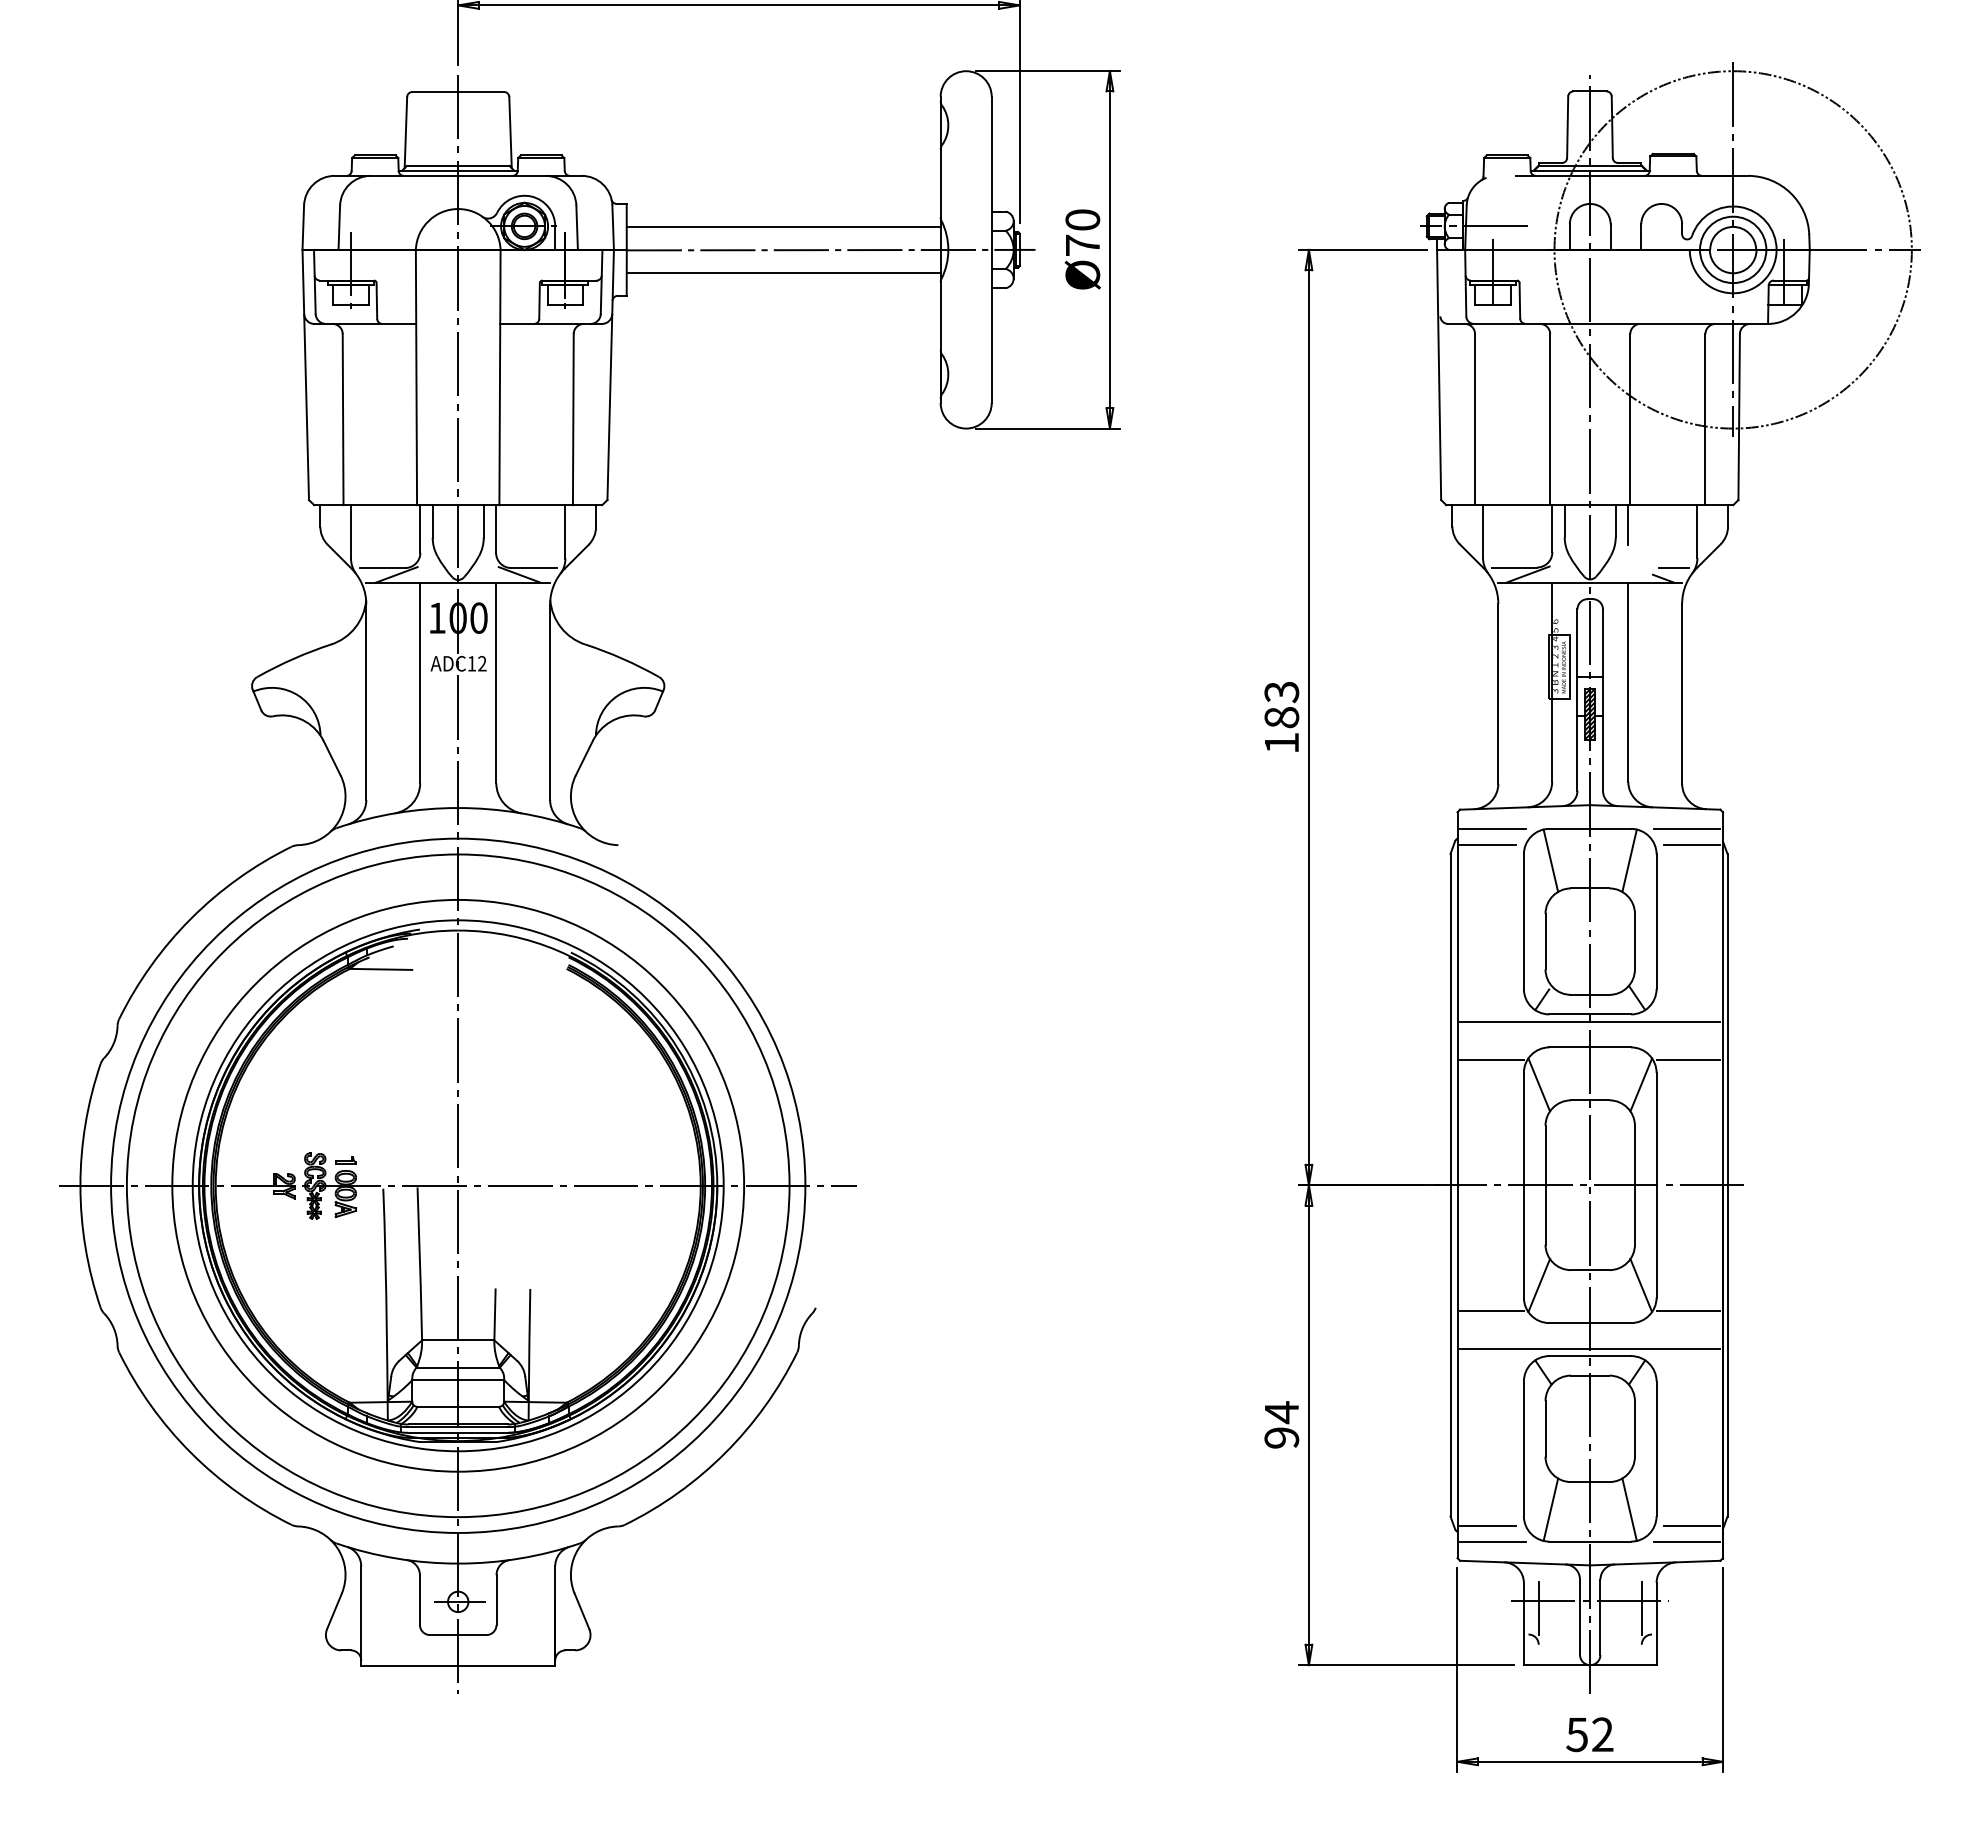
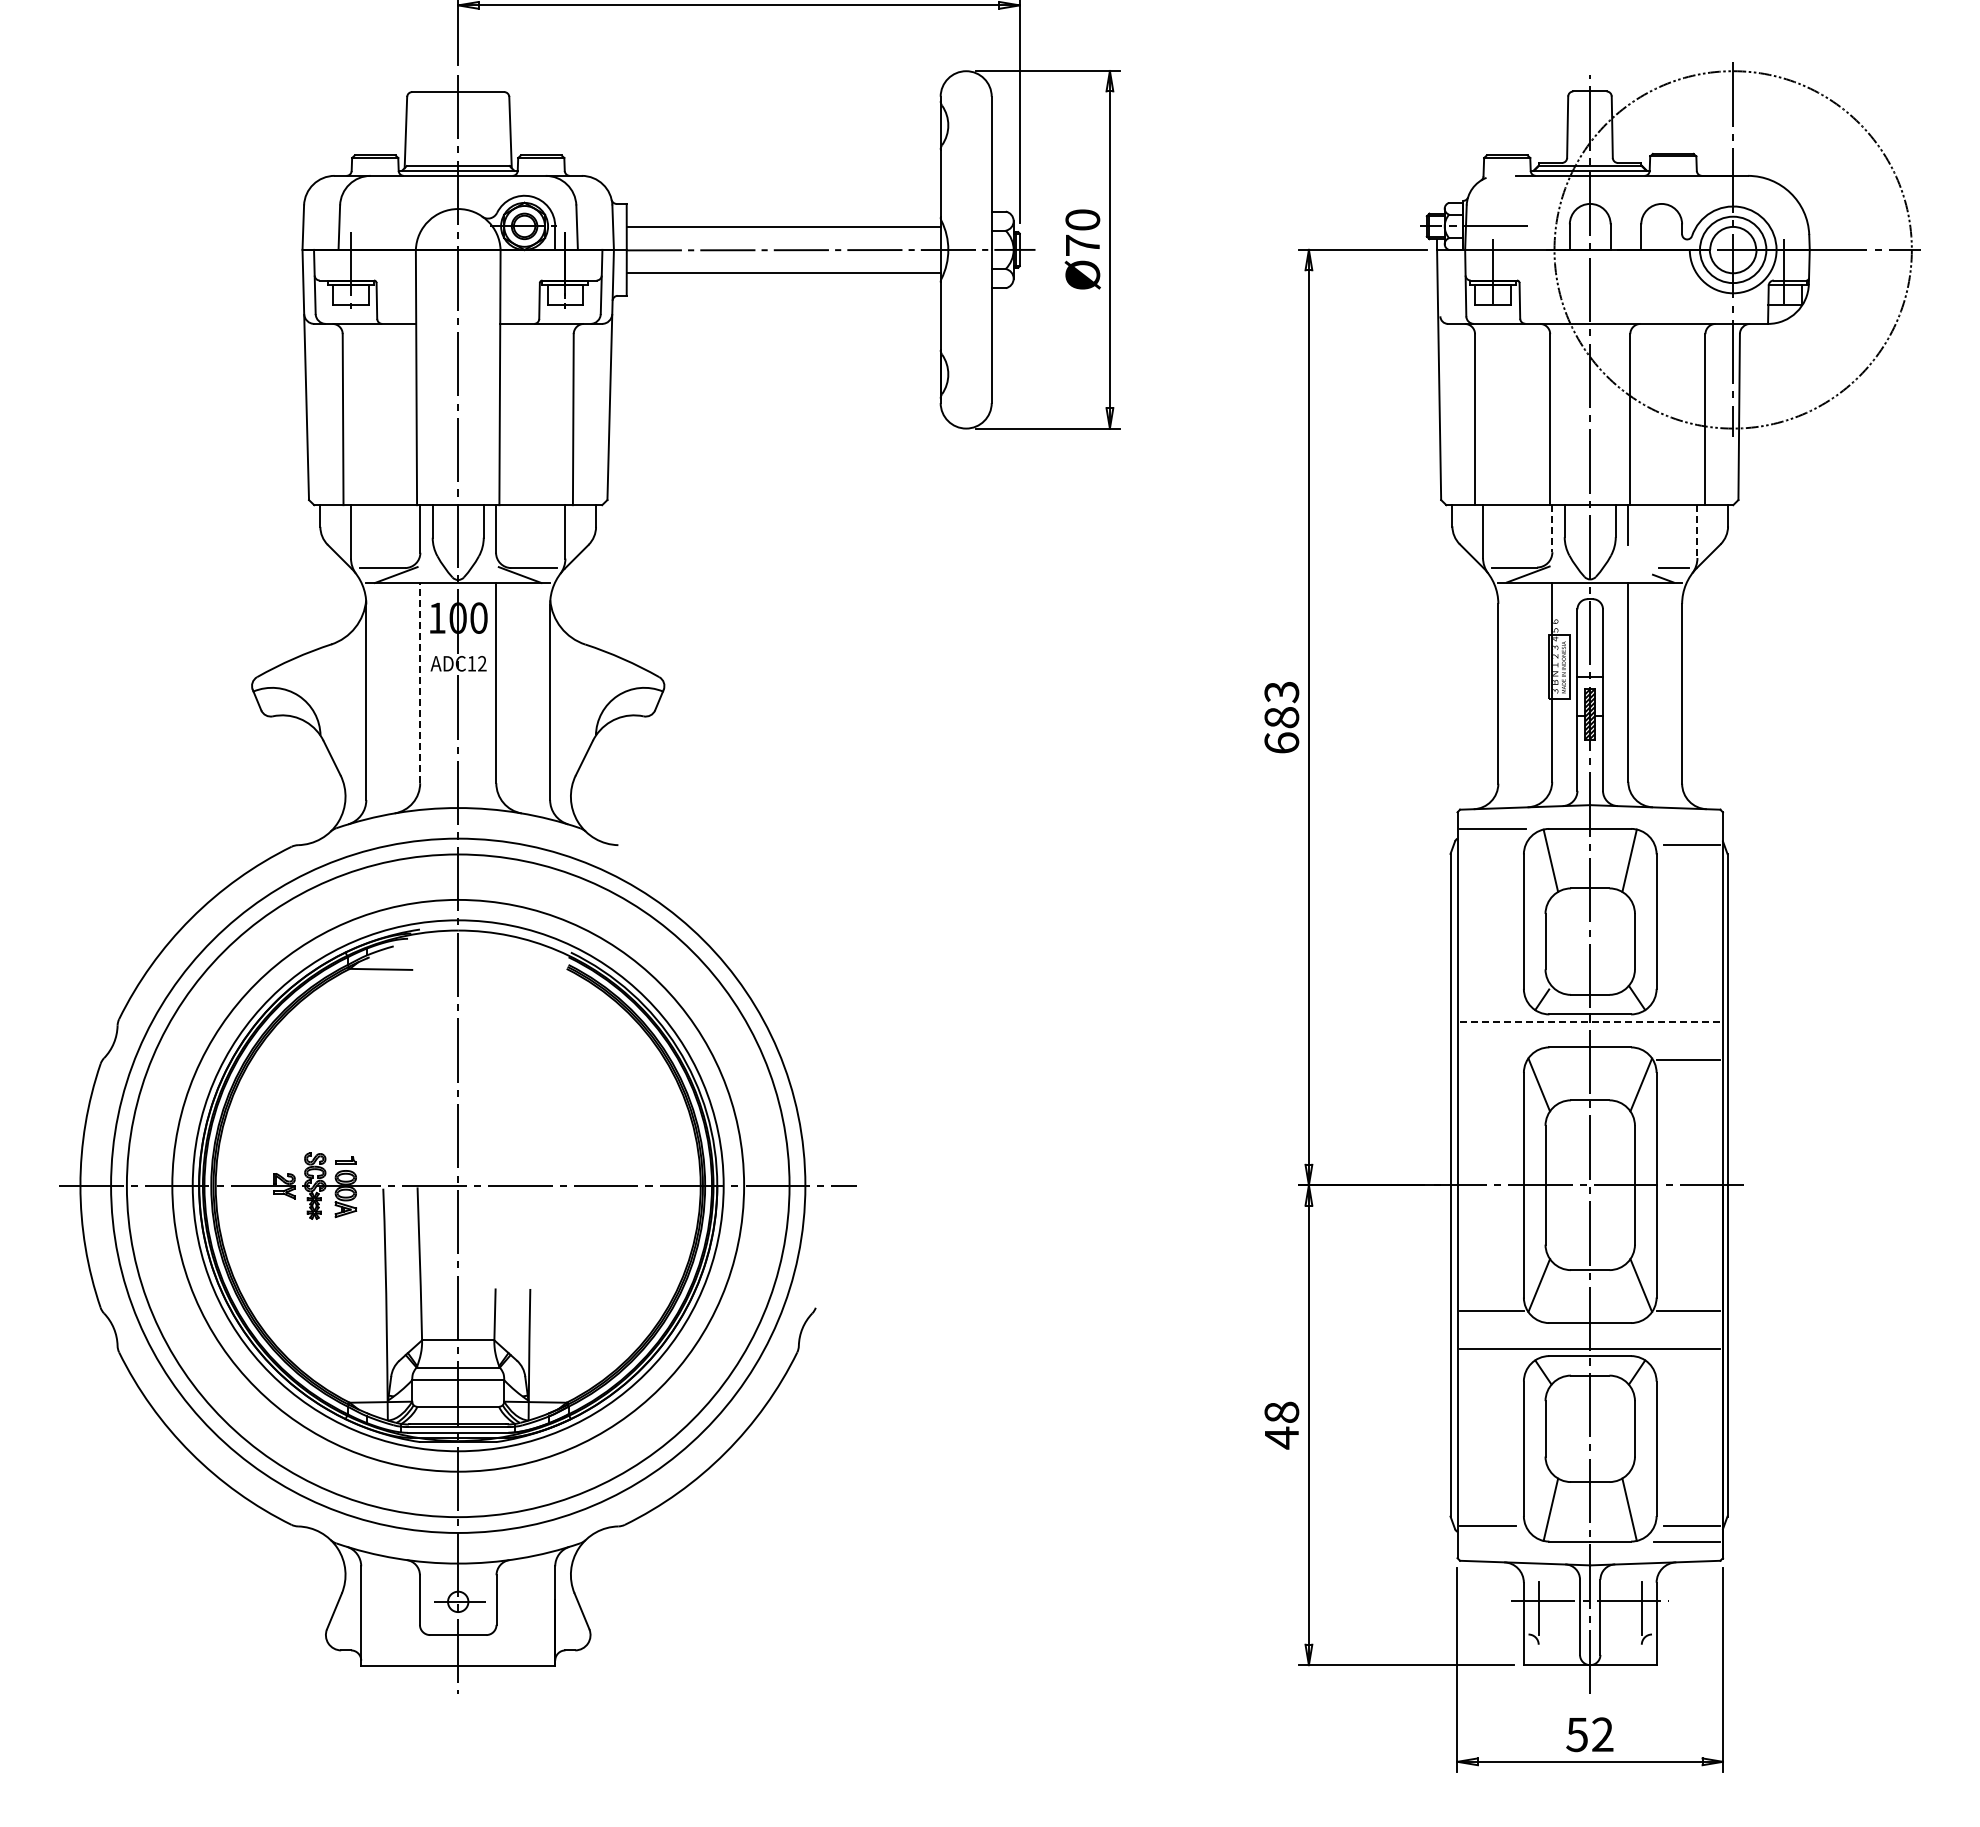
line at (1552, 528): solid -> dashed
line at (1697, 532): solid -> dashed
line at (420, 683): solid -> dashed
text at (1281, 742): 183 -> 683
line at (1687, 828): present -> none
line at (1488, 844): present -> none
line at (1590, 1021): solid -> dashed
line at (1491, 1059): present -> none
text at (1281, 1425): 94 -> 48
line at (1493, 1541): present -> none
